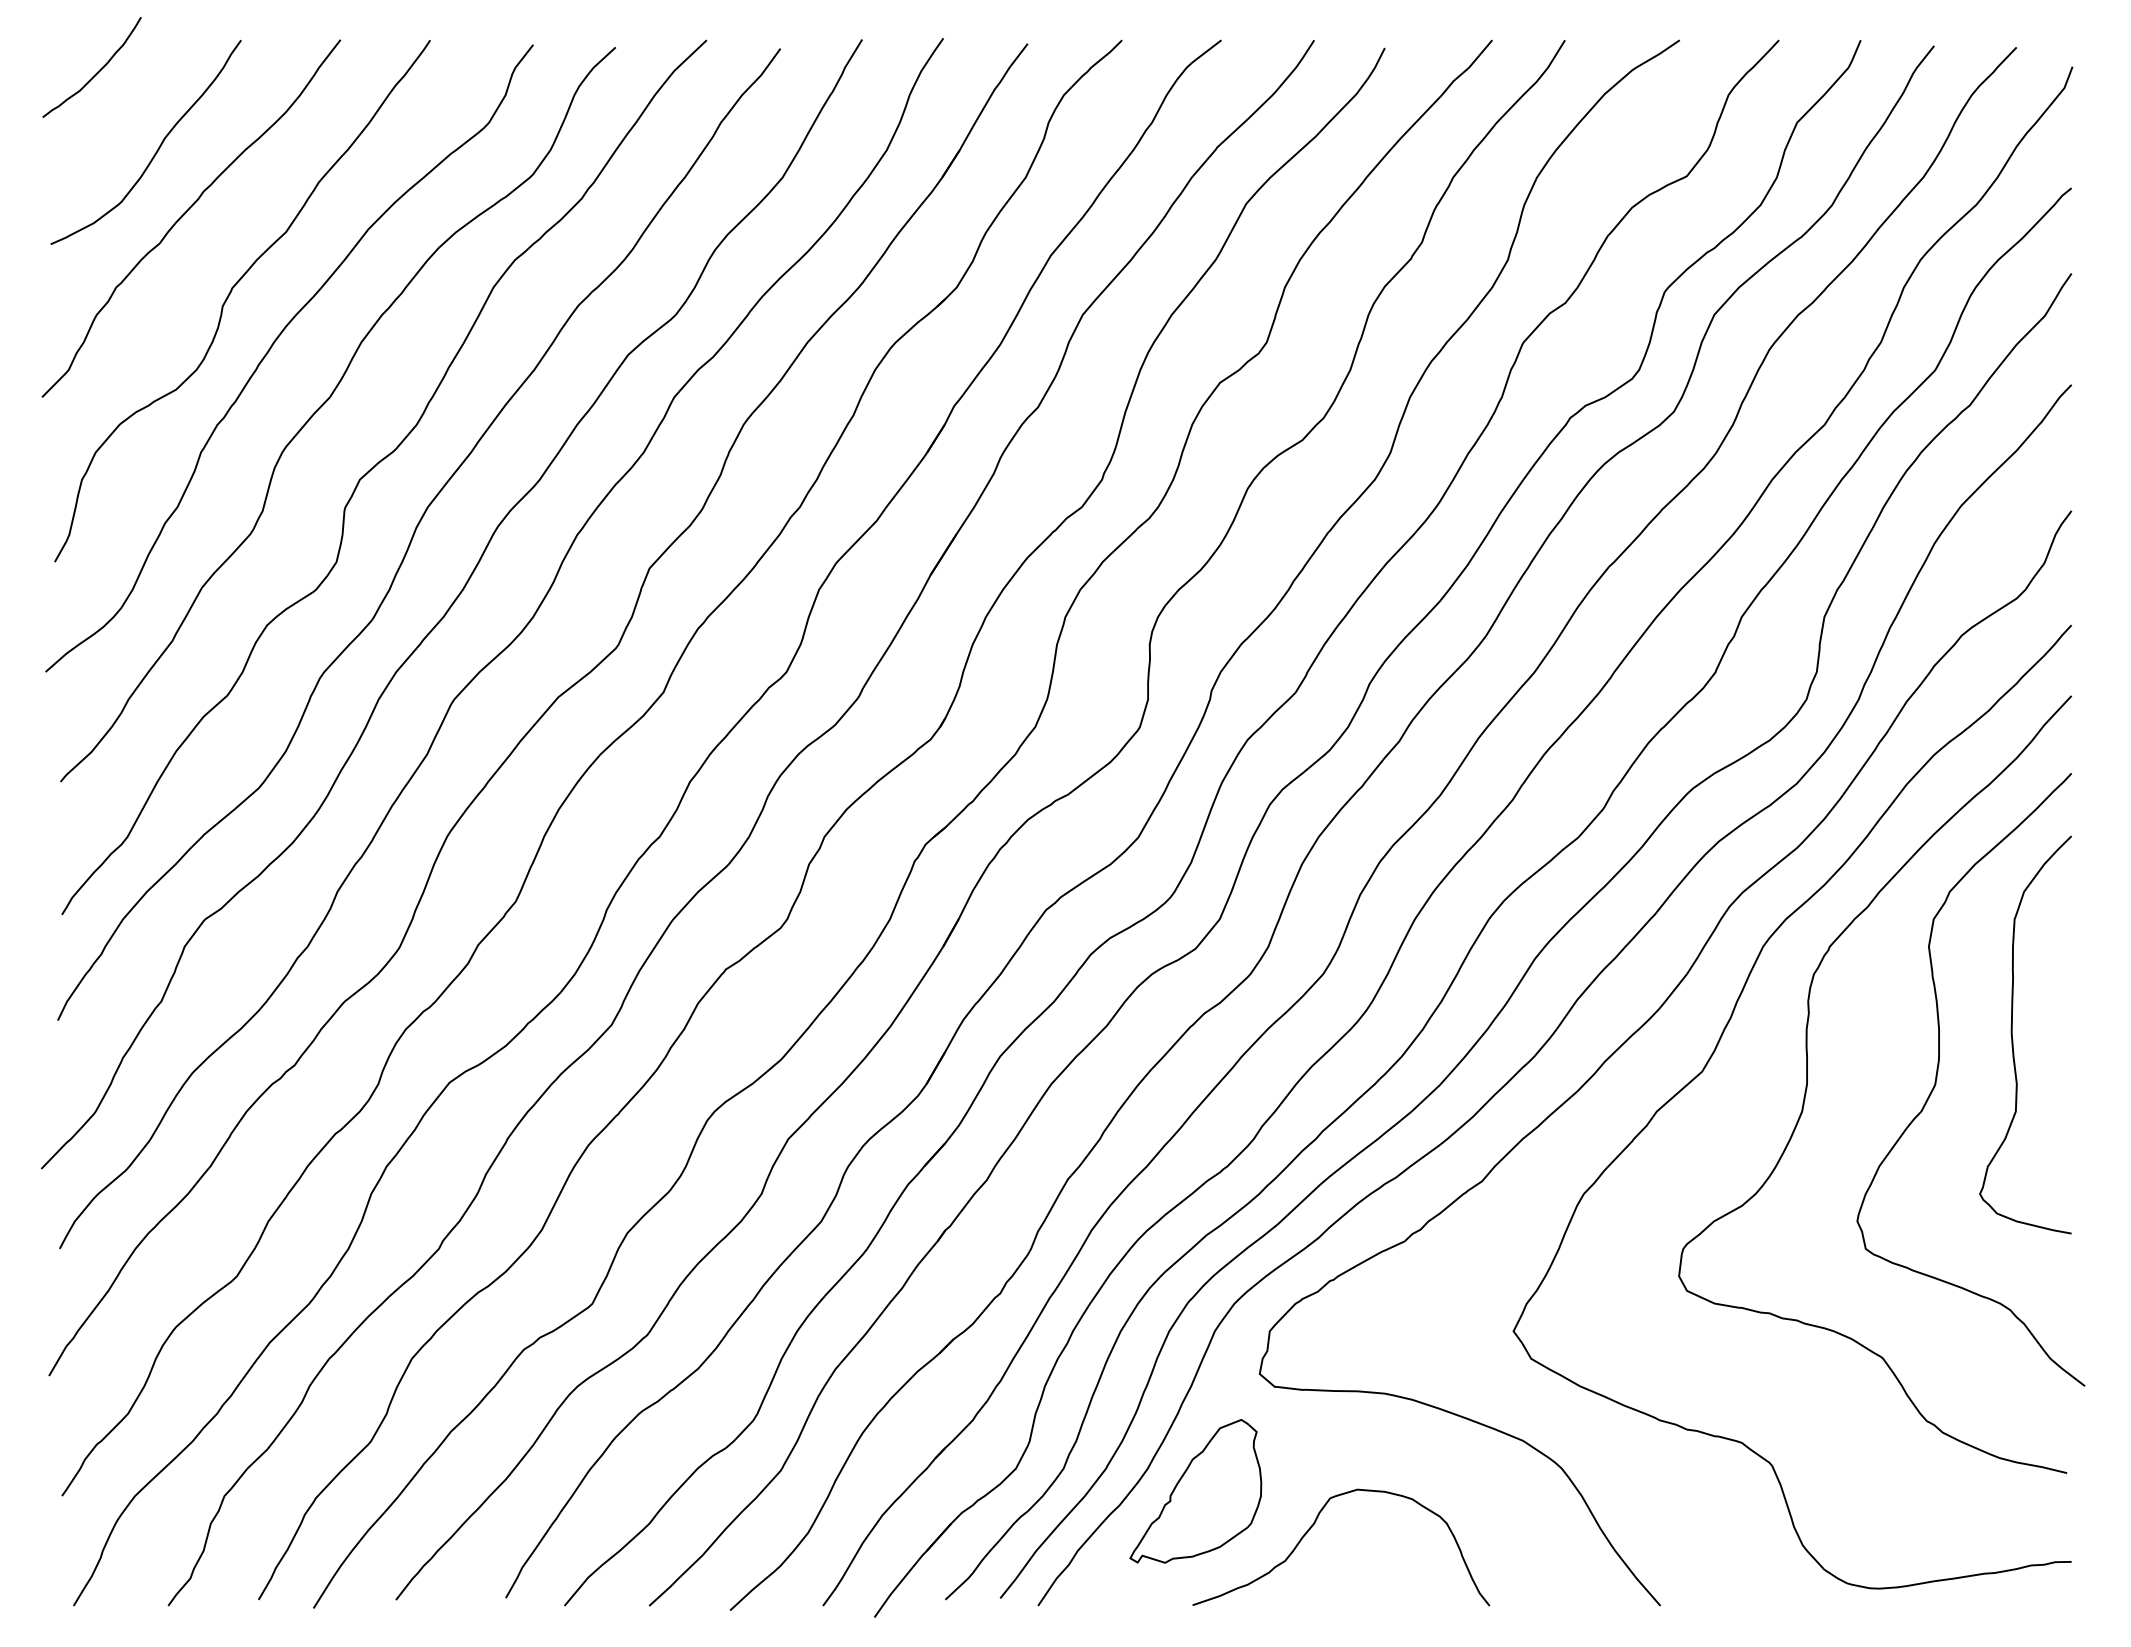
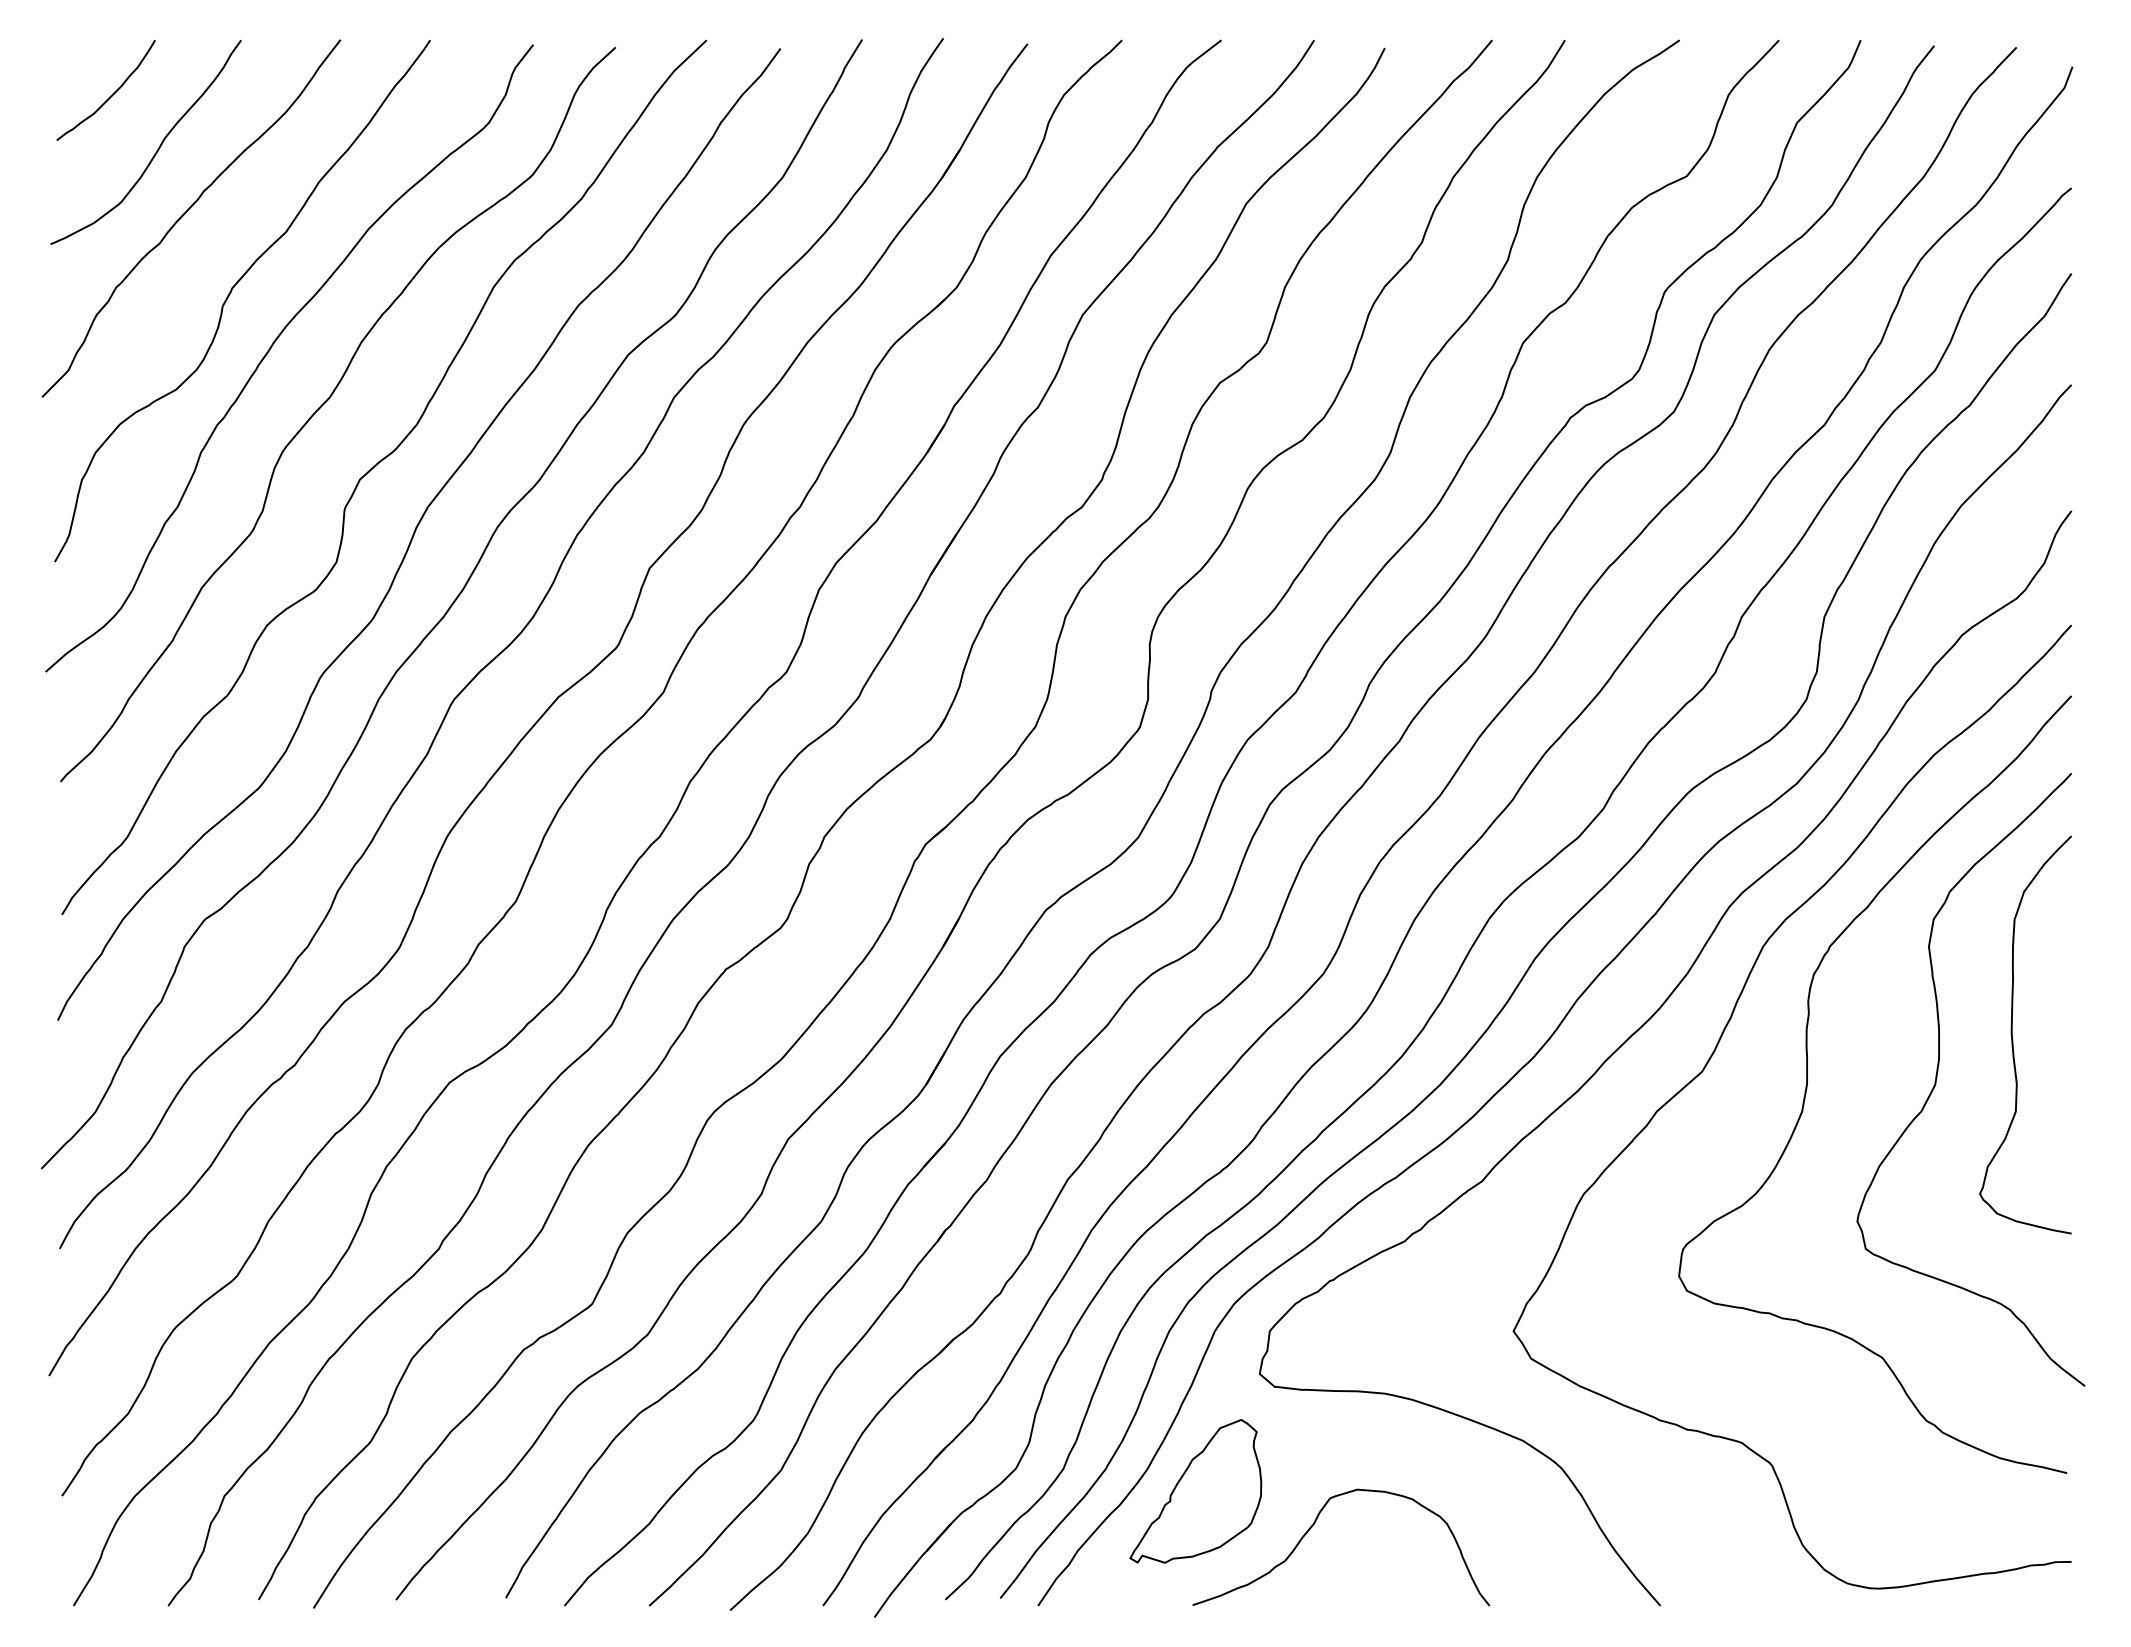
curve at (96, 72) position: (96, 72) -> (110, 95)
